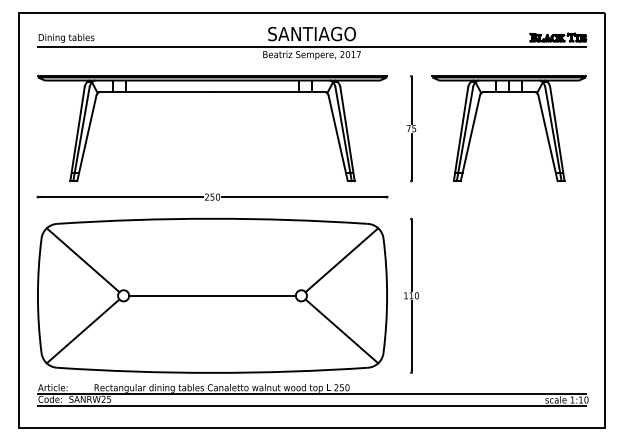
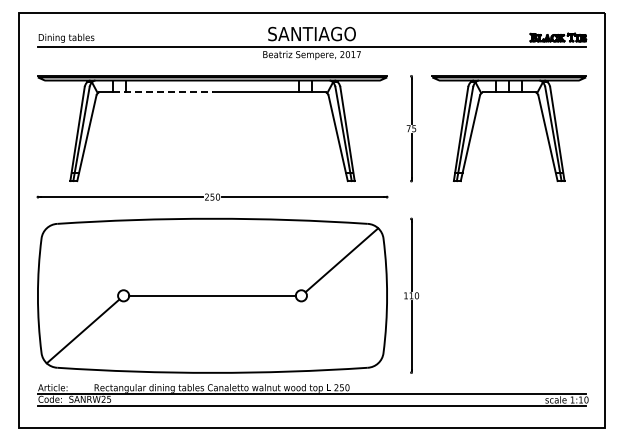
line at (162, 92): solid -> dashed
line at (82, 260): present -> none
line at (341, 331): present -> none
